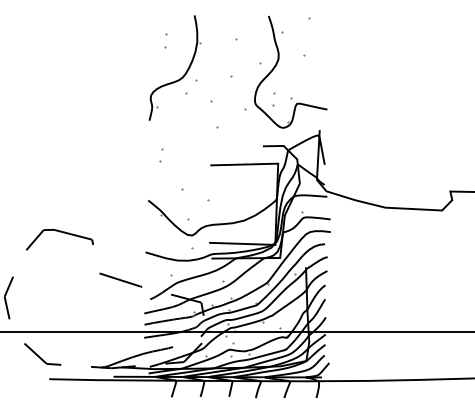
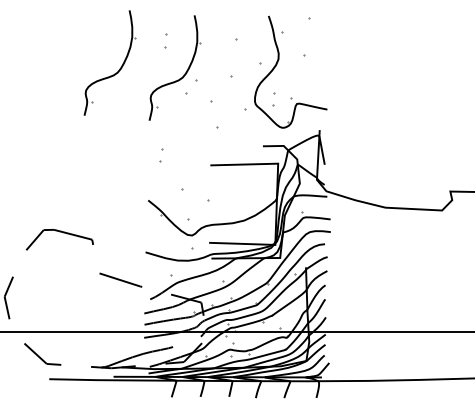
part at (119, 68): none -> present
